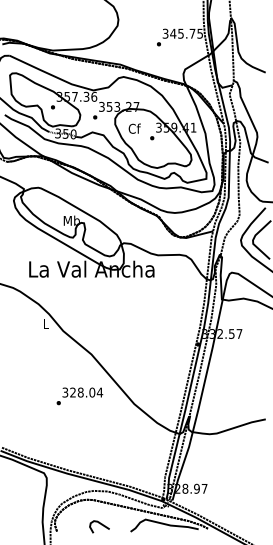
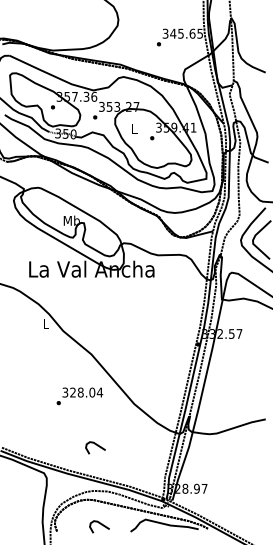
text at (192, 33): 345.75 -> 345.65
text at (134, 128): Cf -> L
curve at (96, 445): none -> present
